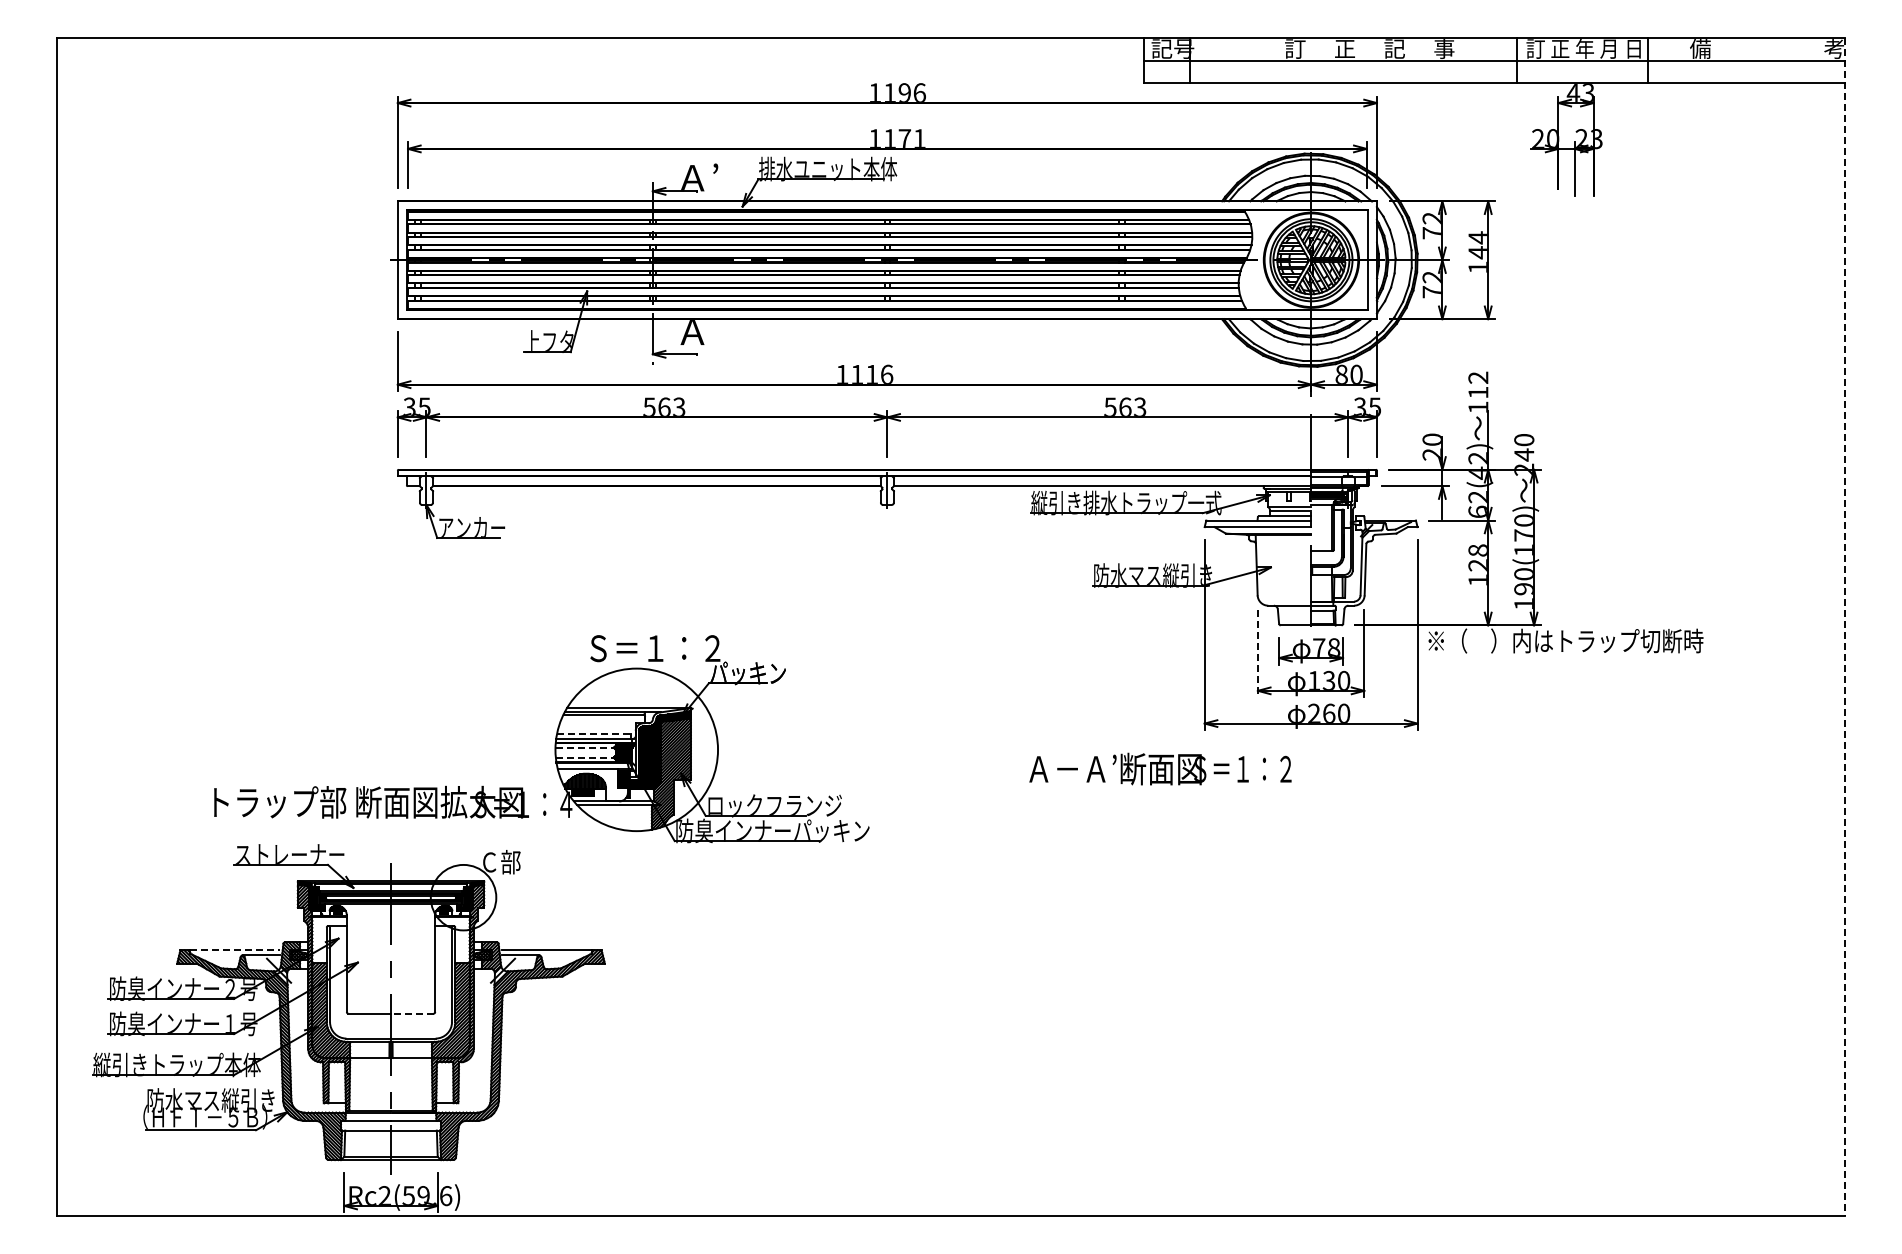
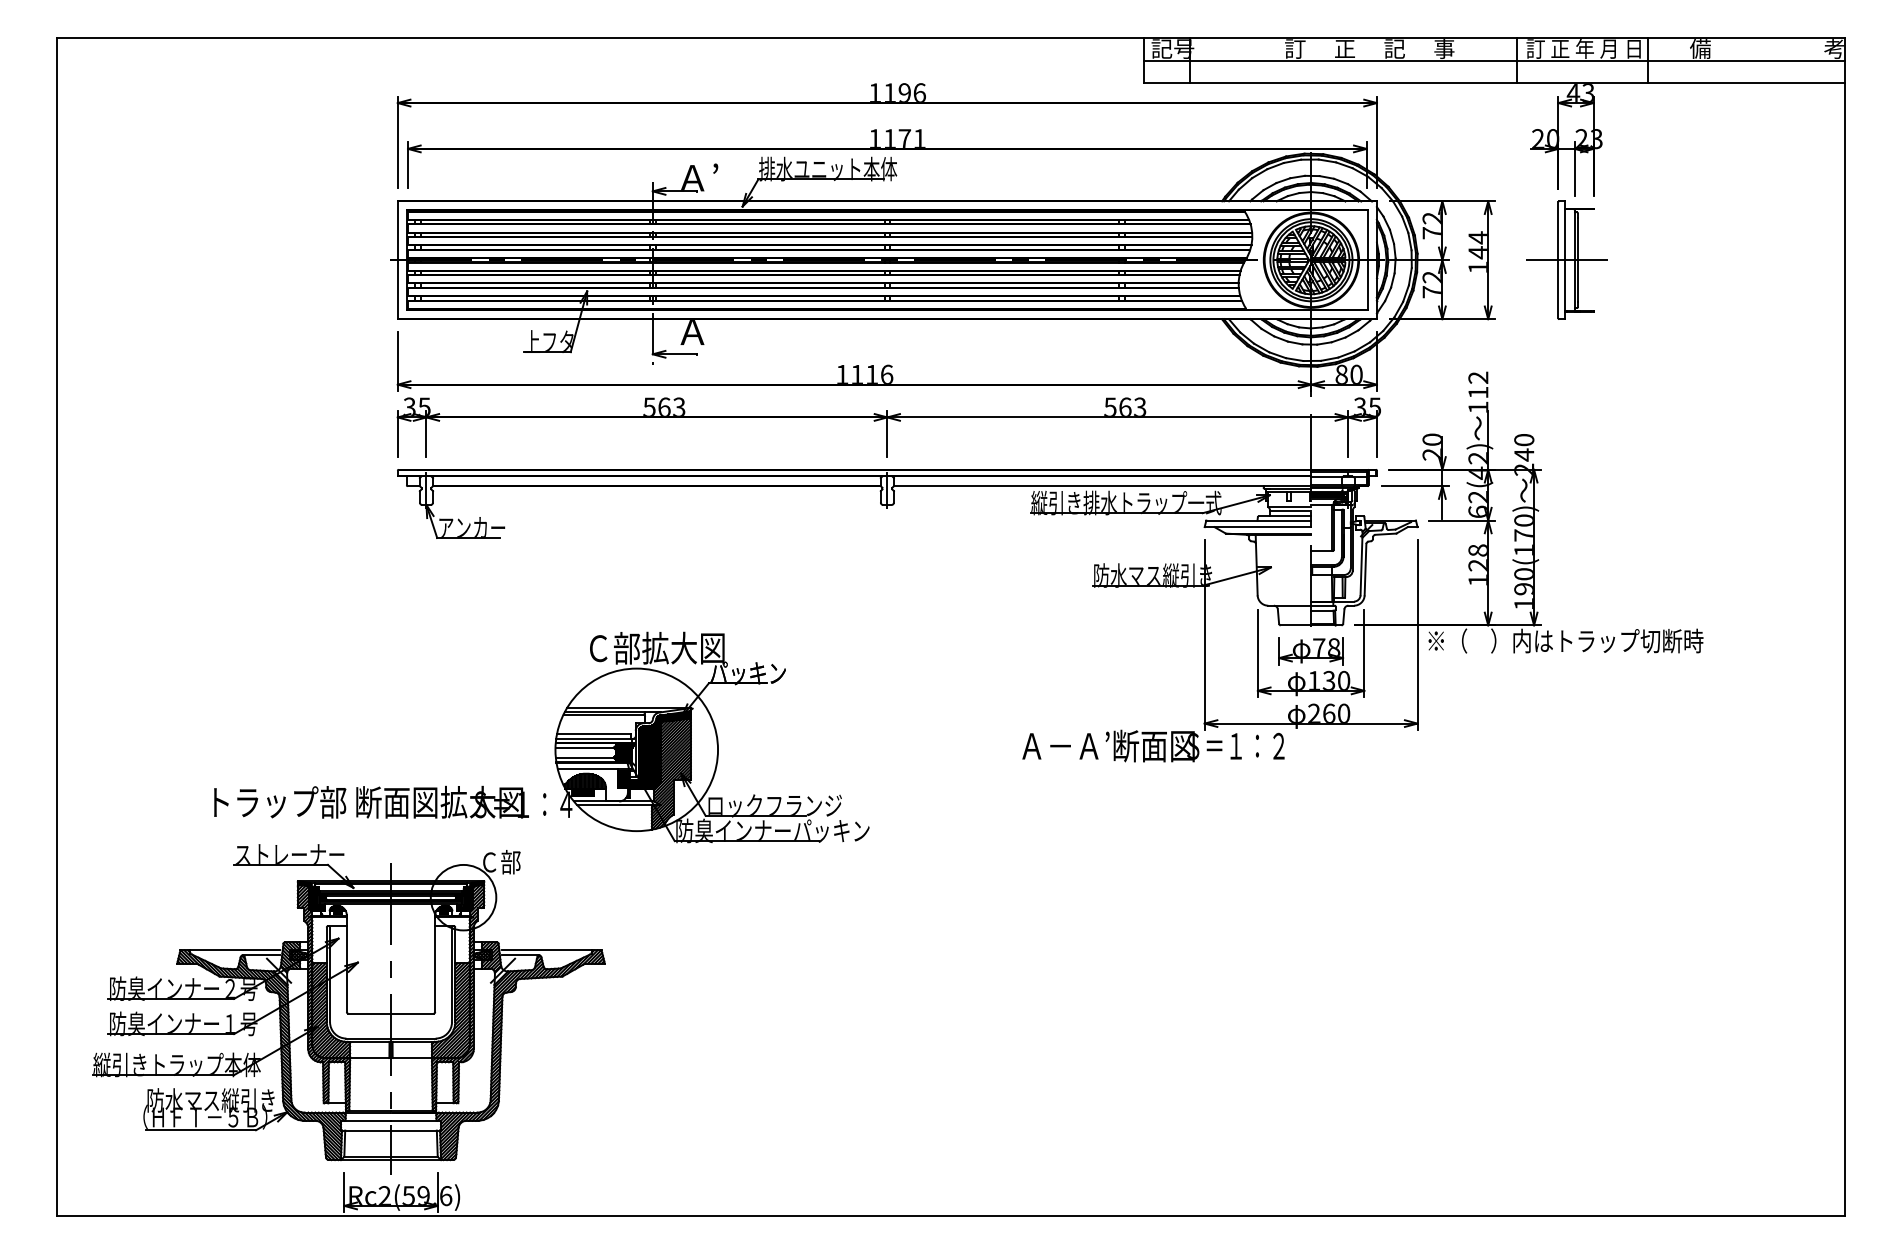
part at (1566, 259): none -> present
line at (1844, 627): dashed -> solid
text at (657, 647): Ｓ＝１：２ -> Ｃ部拡大図
line at (1257, 654): dashed -> solid
line at (593, 734): dashed -> solid
line at (585, 747): dashed -> solid
line at (584, 757): dashed -> solid
text at (1160, 768) position: (1160, 768) -> (1153, 745)
line at (235, 950): dashed -> solid
line at (411, 1013): dashed -> solid
